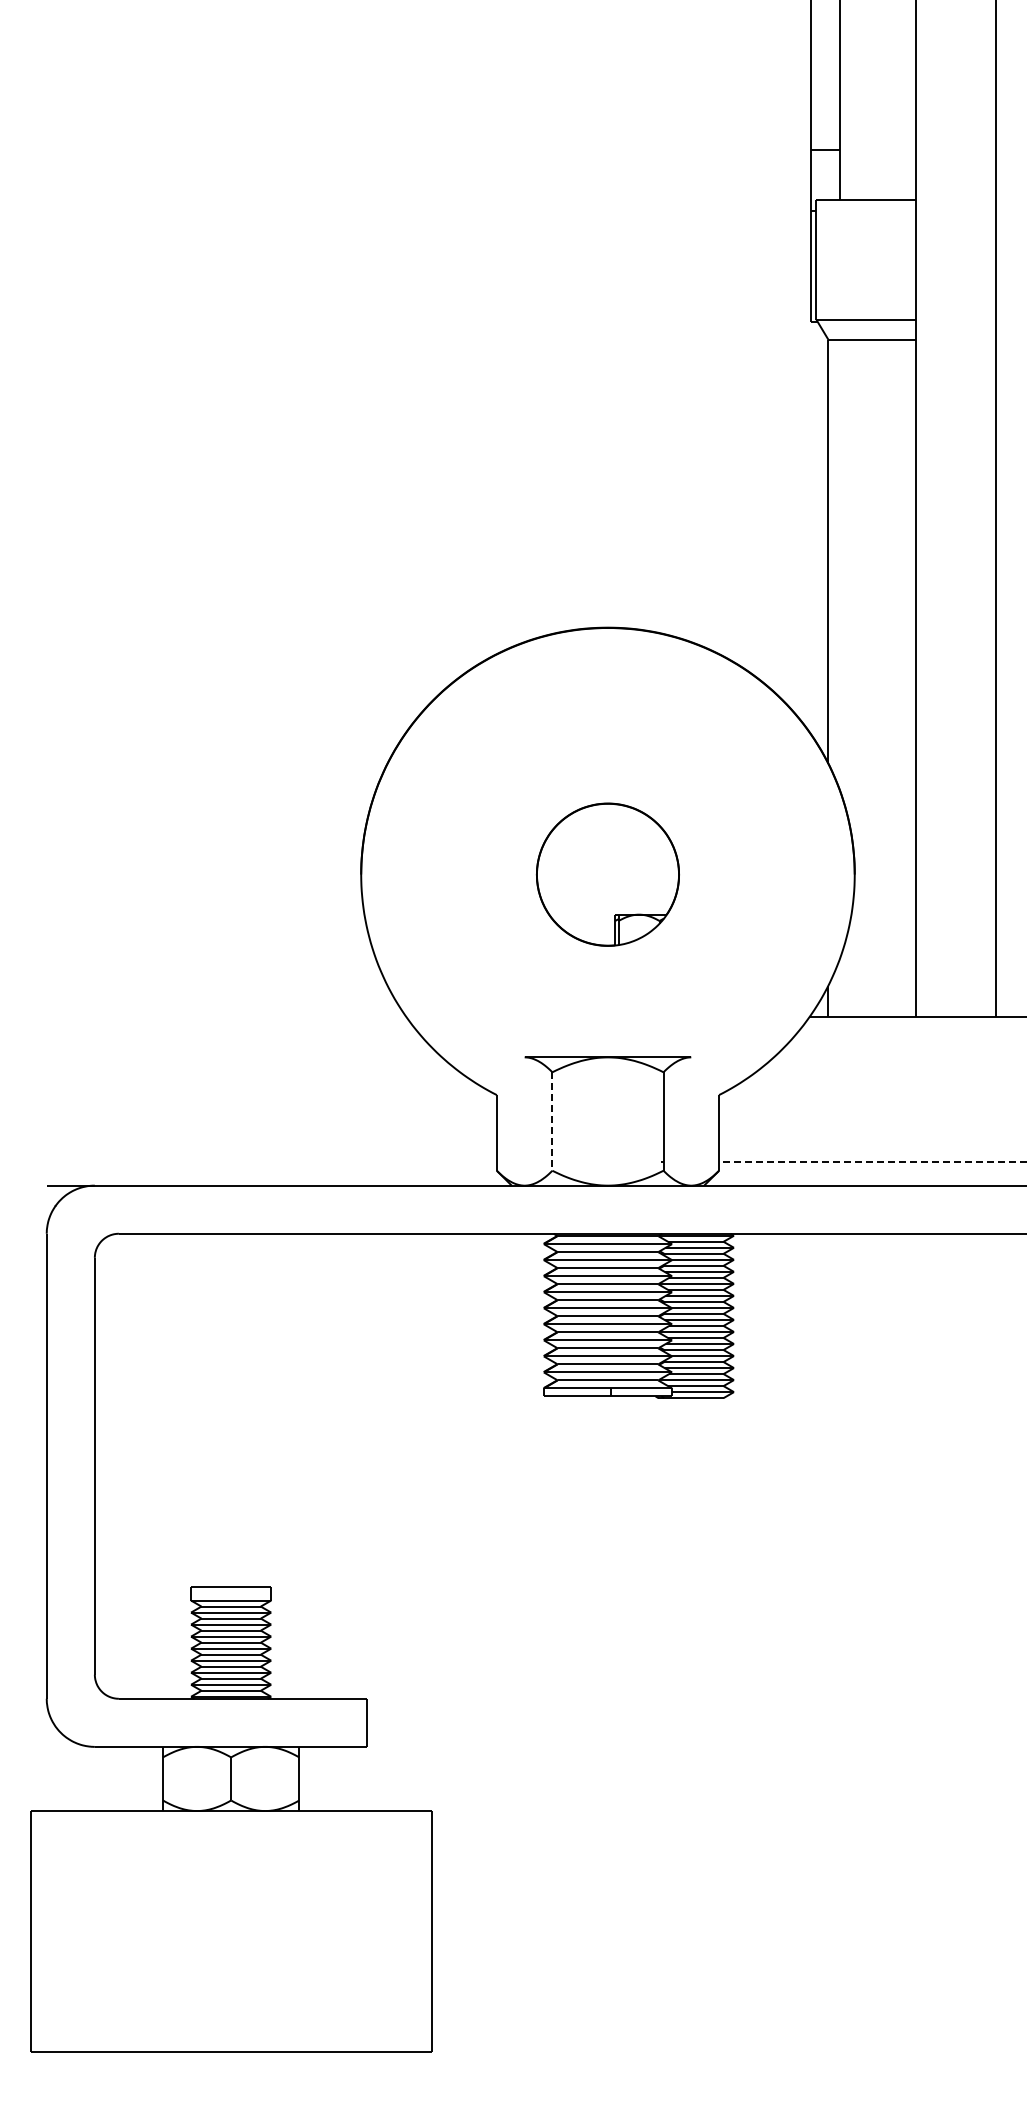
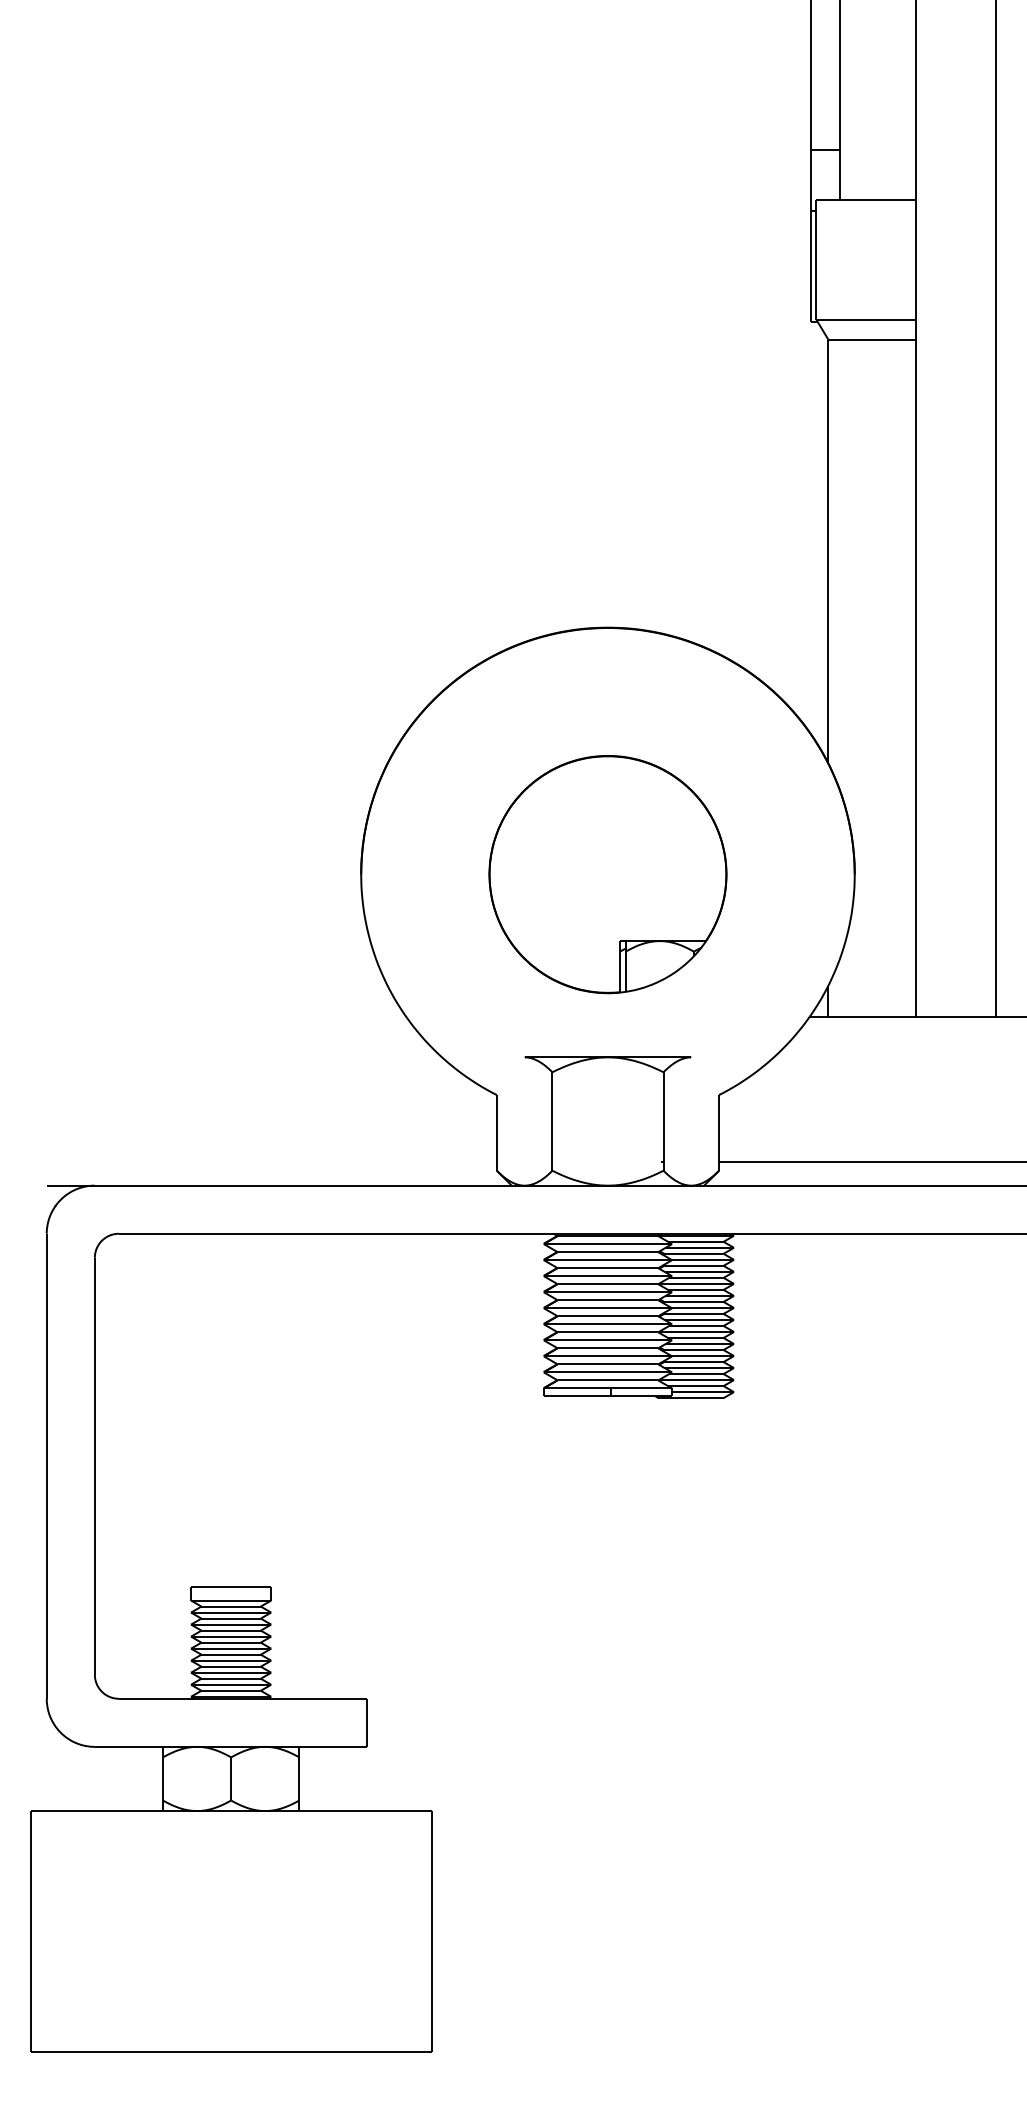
part at (607, 874) size: 144x145 px -> 240x240 px
line at (552, 1122): dashed -> solid
line at (873, 1161): dashed -> solid
